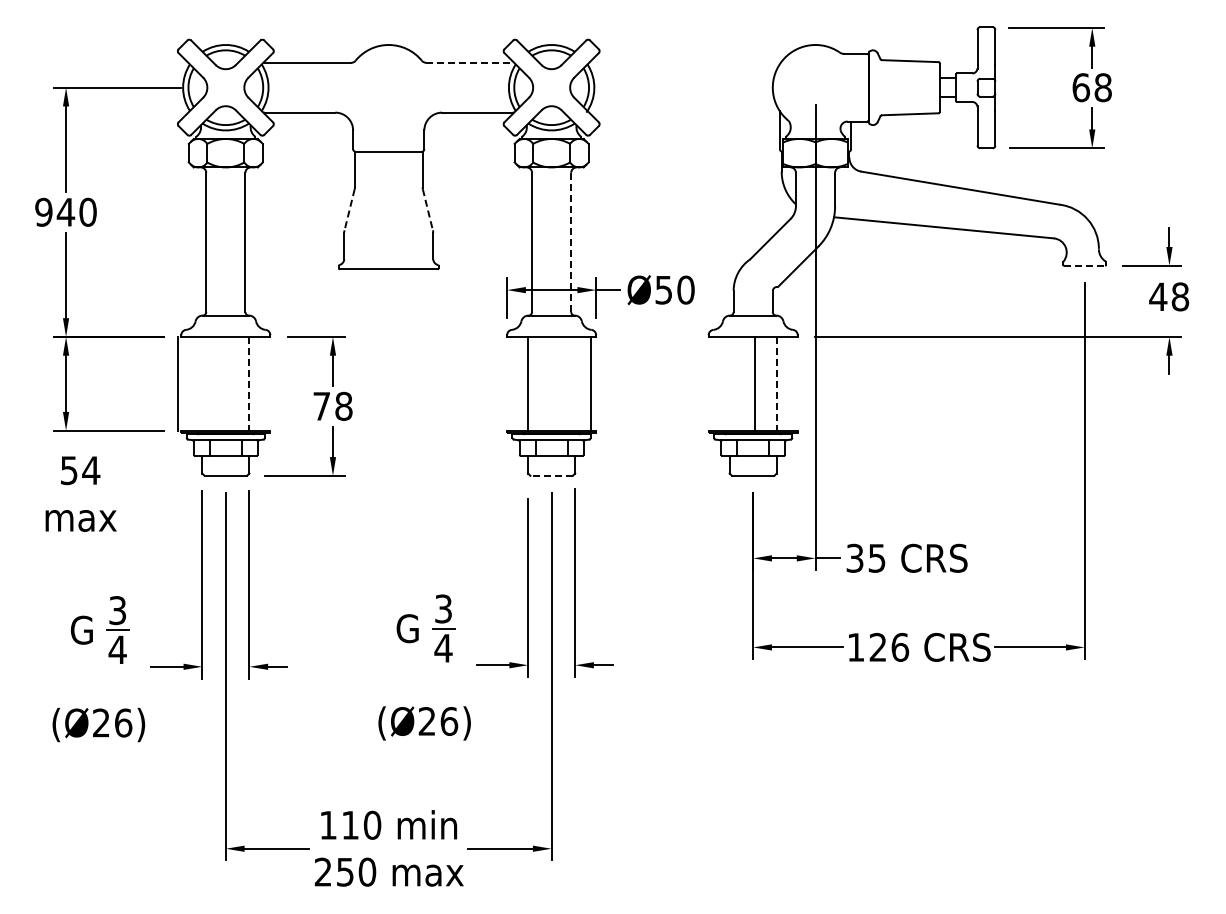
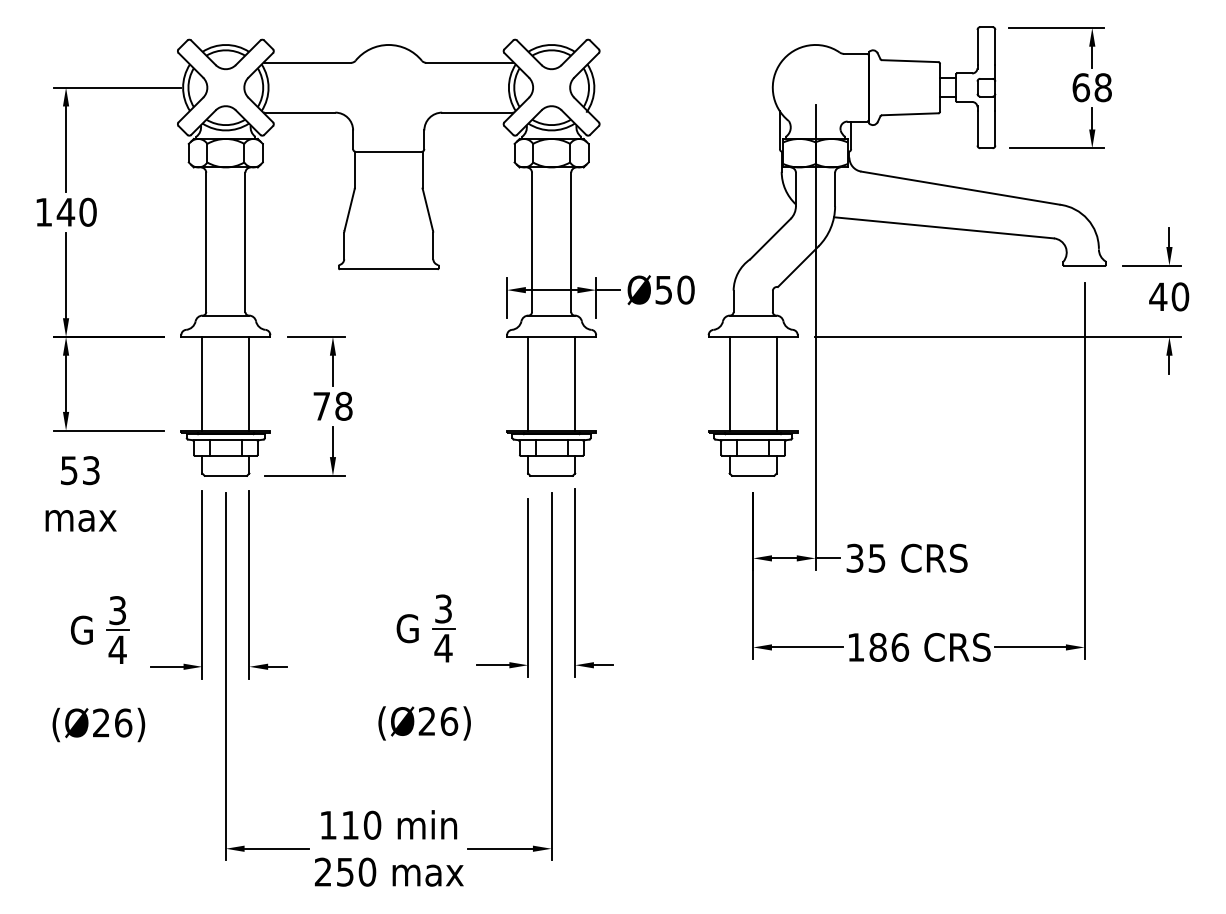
line at (469, 62): dashed -> solid
line at (349, 210): dashed -> solid
line at (427, 210): dashed -> solid
text at (43, 211): 940 -> 140
line at (571, 242): dashed -> solid
line at (1085, 265): dashed -> solid
text at (1180, 296): 48 -> 40
line at (178, 383) position: (178, 383) -> (202, 383)
line at (249, 383): dashed -> solid
line at (591, 383) position: (591, 383) -> (575, 383)
line at (754, 383) position: (754, 383) -> (729, 383)
line at (776, 383): dashed -> solid
text at (91, 470): 54 -> 53
line at (551, 475): dashed -> solid
text at (877, 647): 126 -> 186
